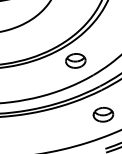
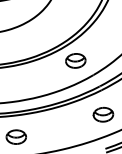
part at (15, 136): none -> present
